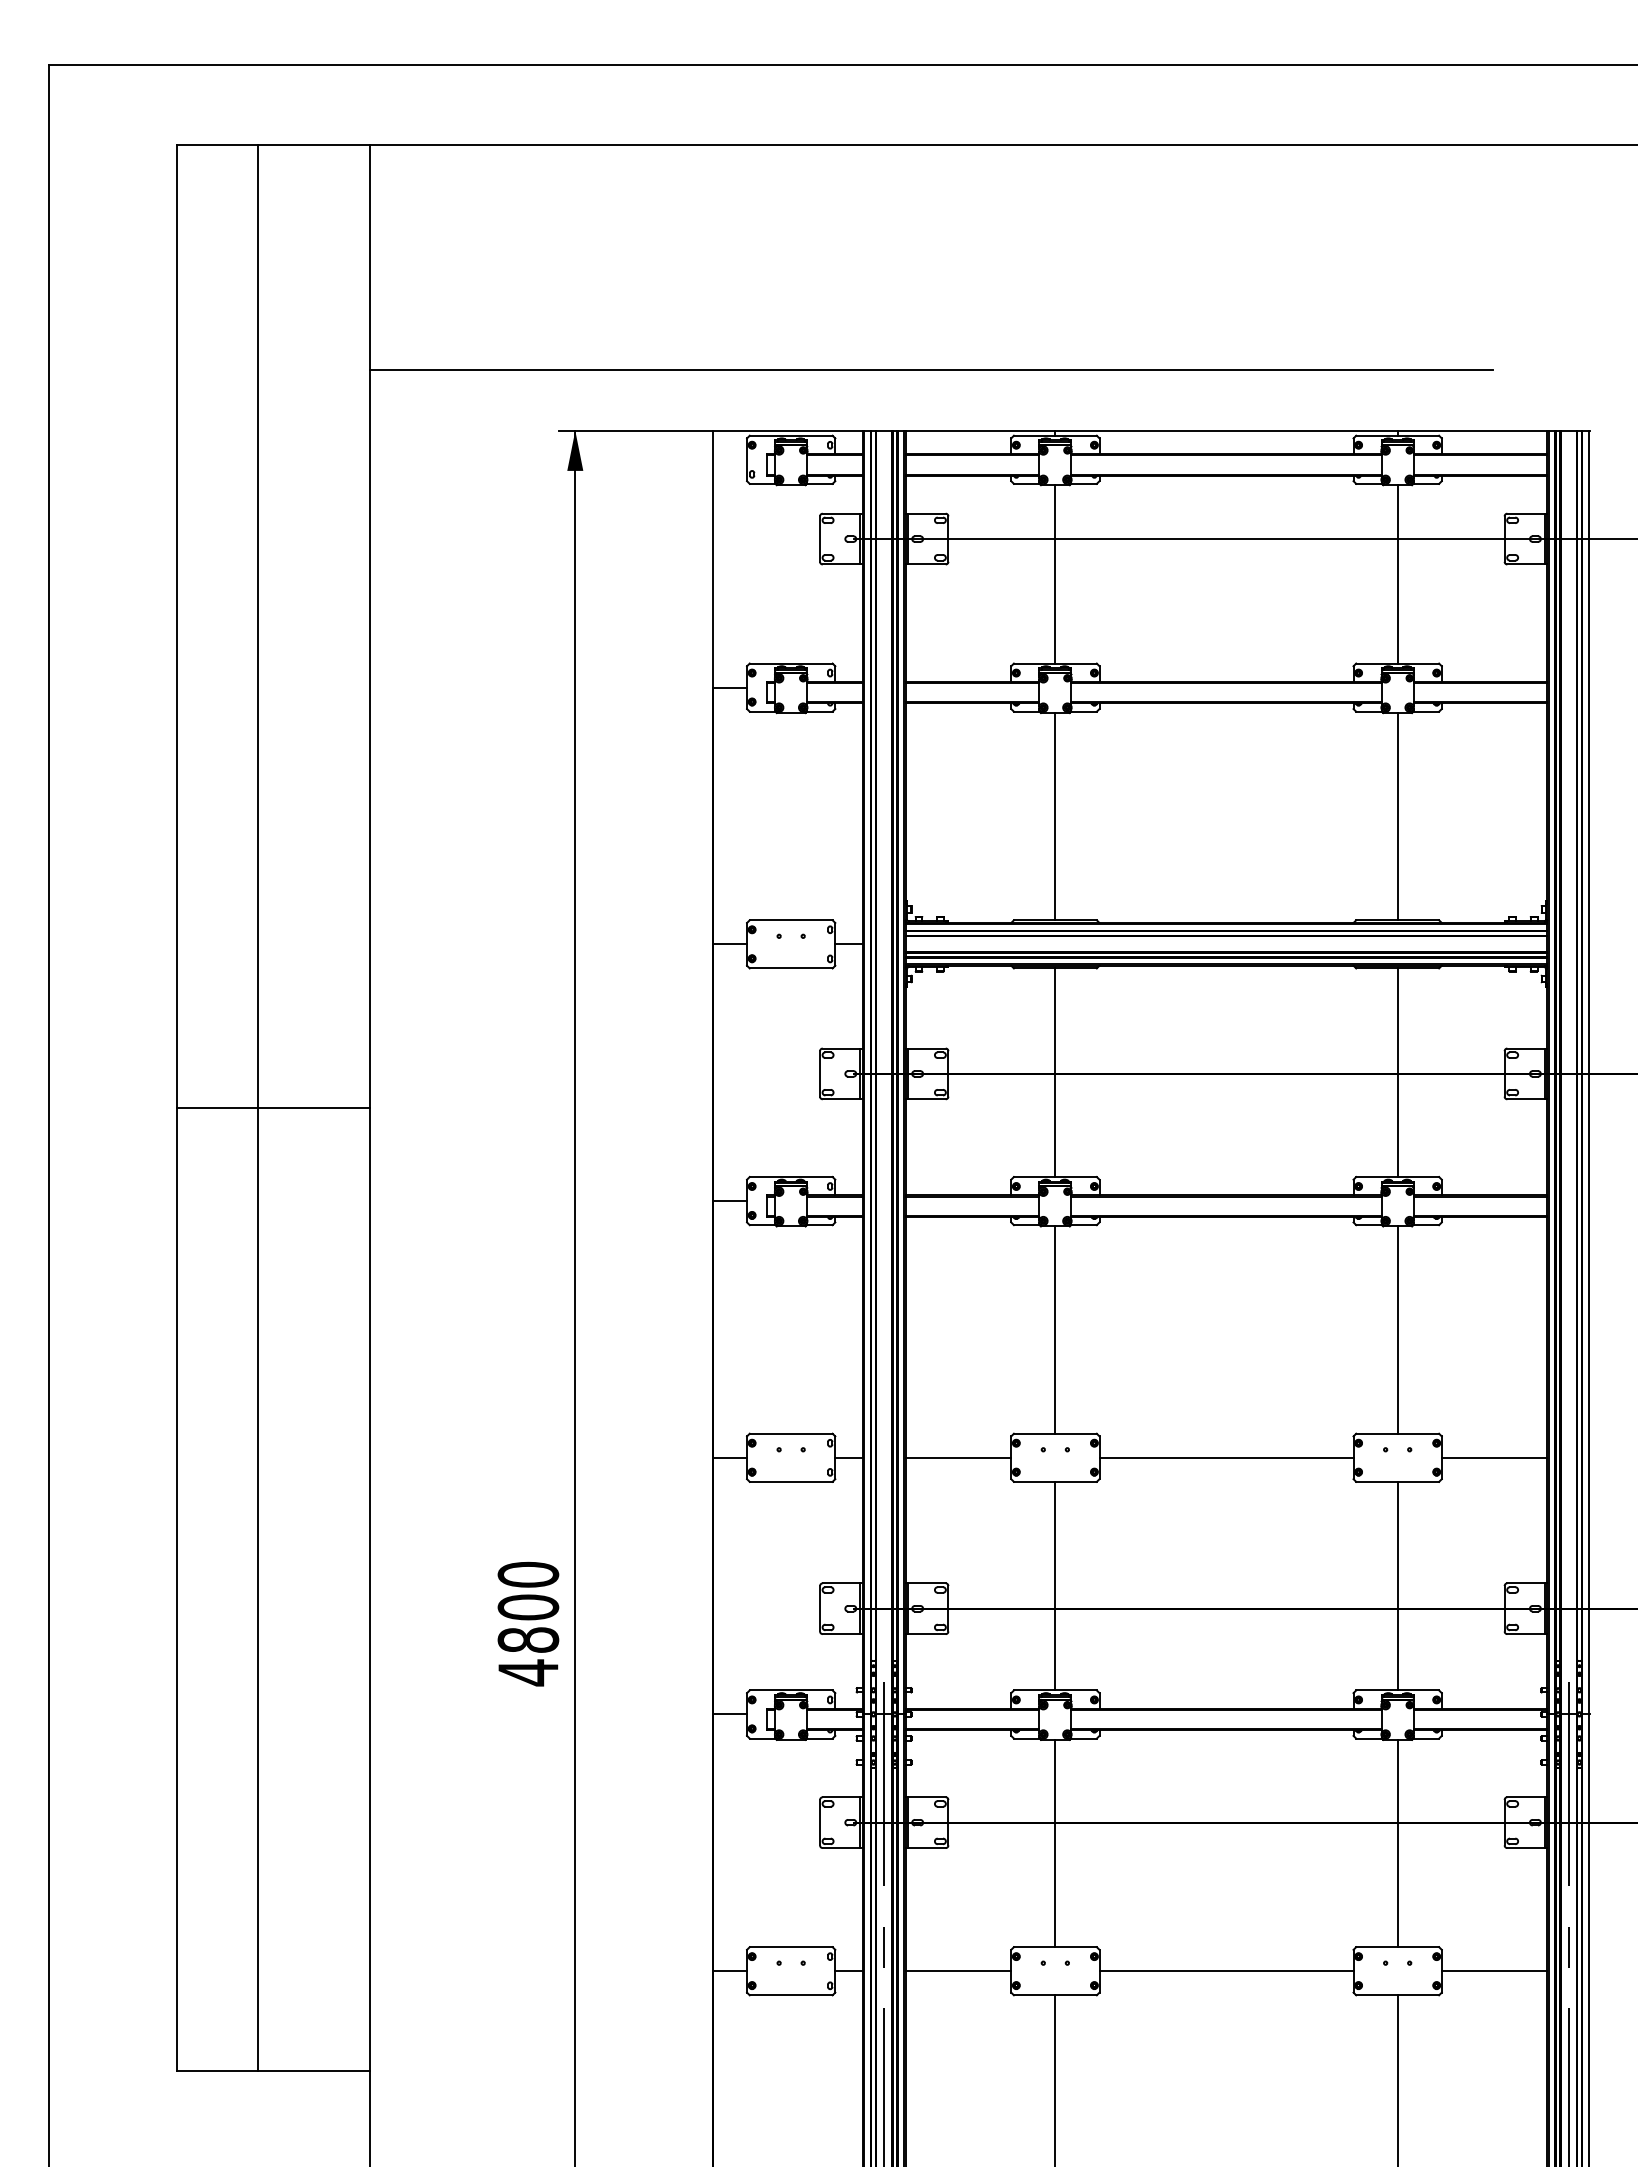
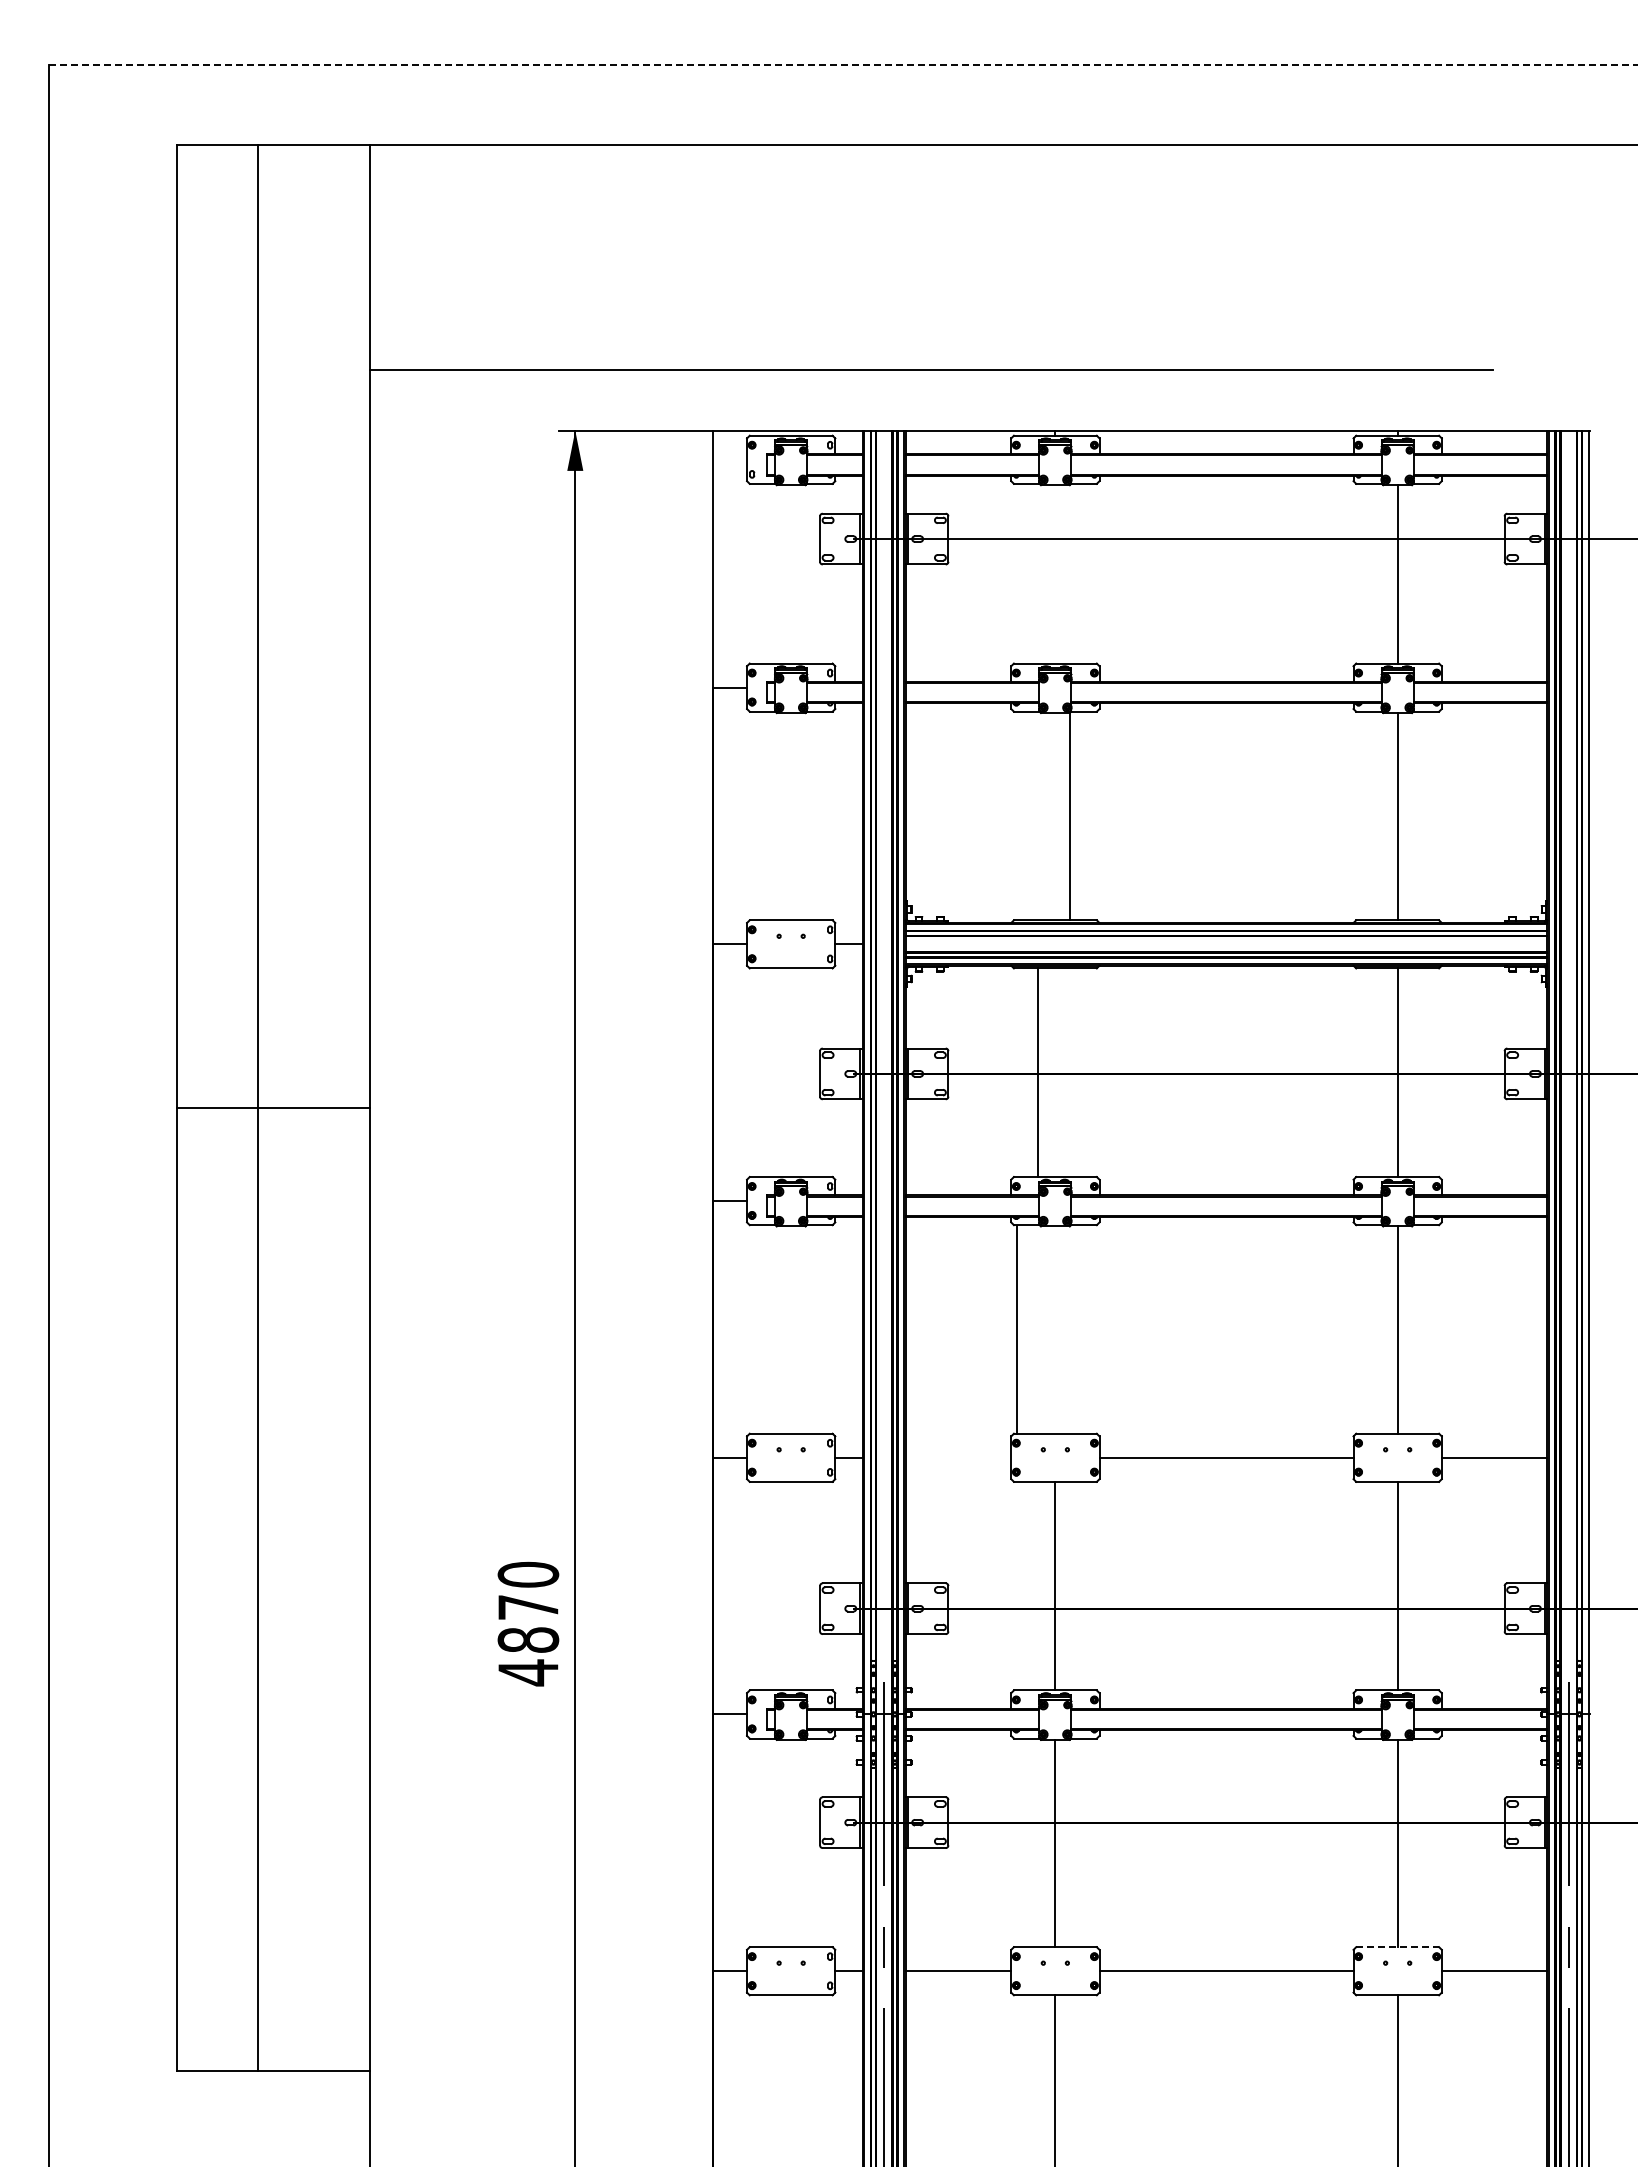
line at (843, 65): solid -> dashed
line at (1055, 574): present -> none
line at (1055, 816) position: (1055, 816) -> (1070, 816)
line at (1055, 1072) position: (1055, 1072) -> (1038, 1072)
line at (1055, 1329) position: (1055, 1329) -> (1017, 1329)
line at (958, 1457): present -> none
text at (528, 1607): 4800 -> 4870
line at (1398, 1947): solid -> dashed
